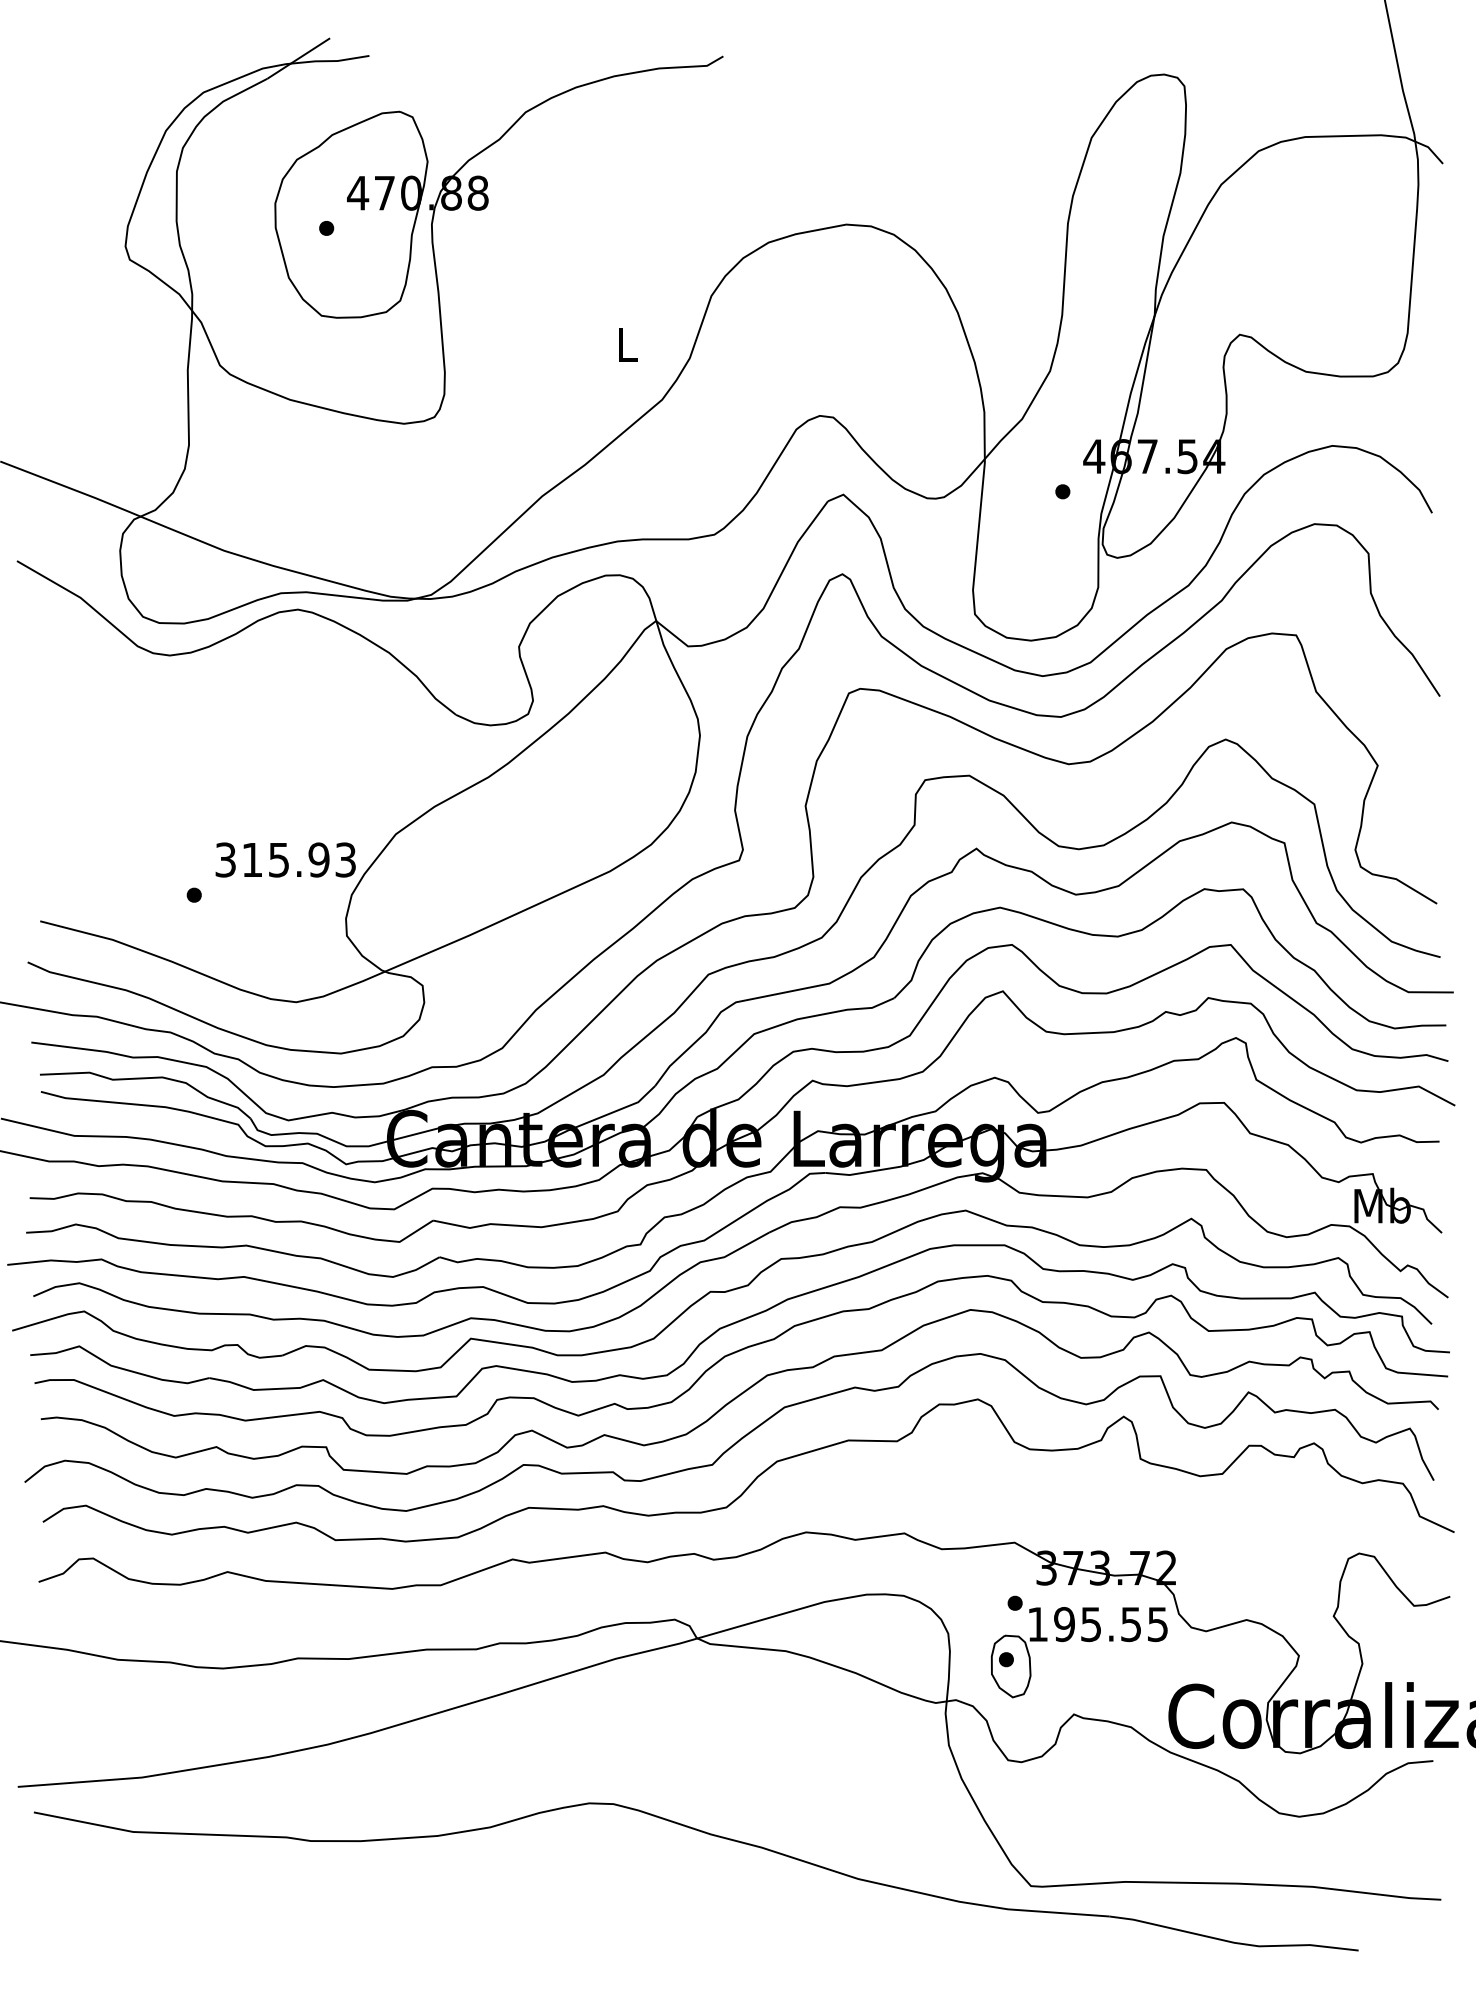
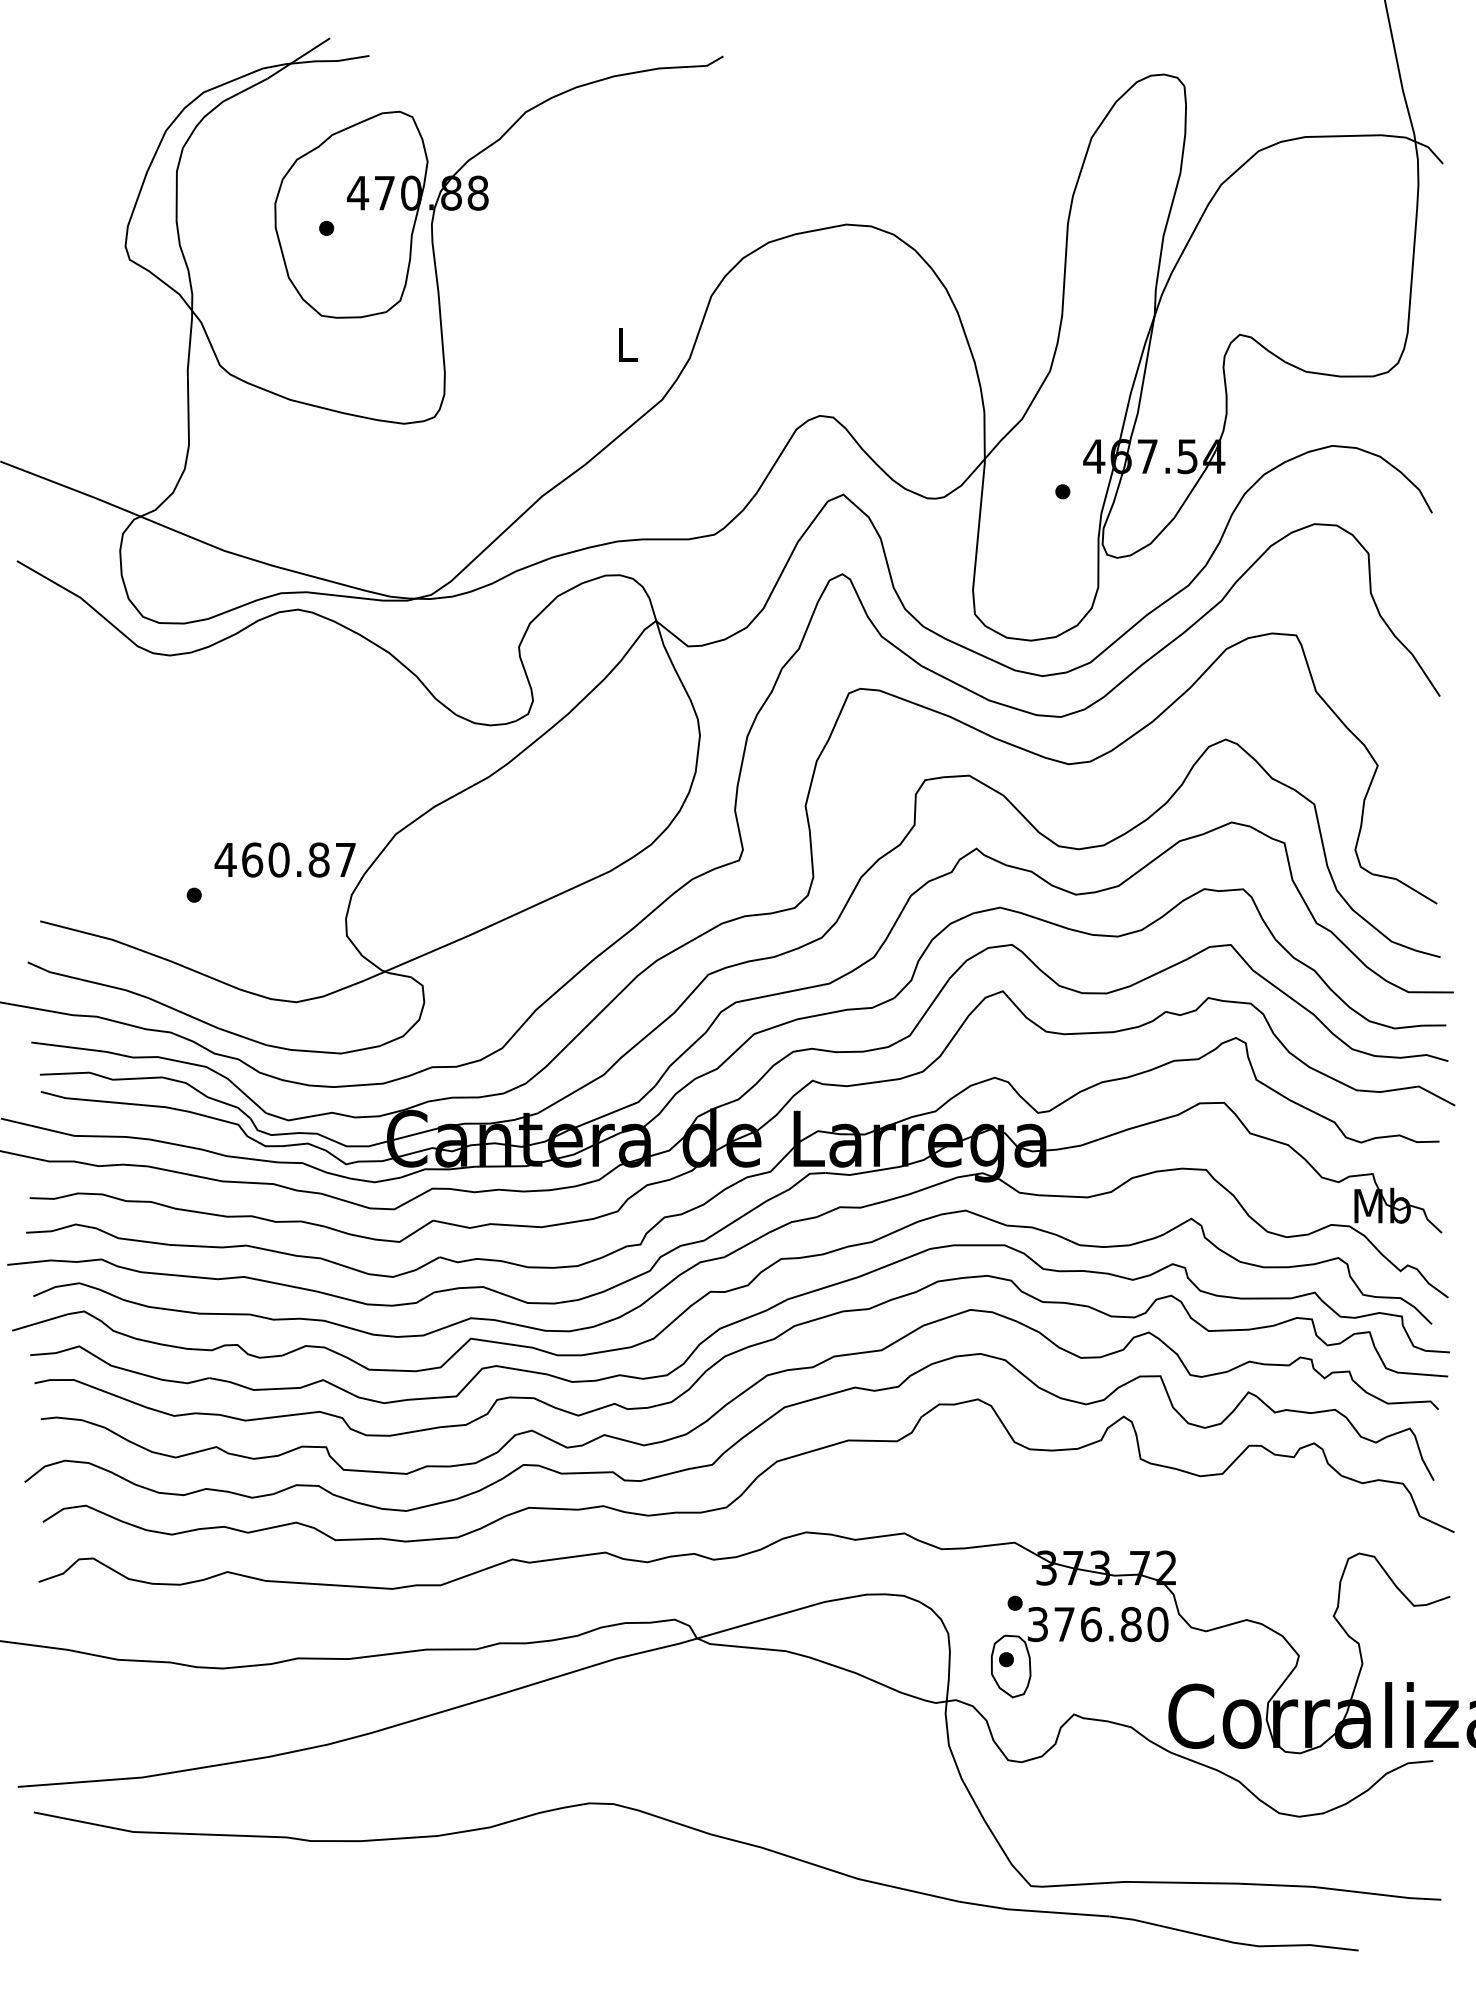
text at (284, 859): 315.93 -> 460.87
text at (1097, 1624): 195.55 -> 376.80
